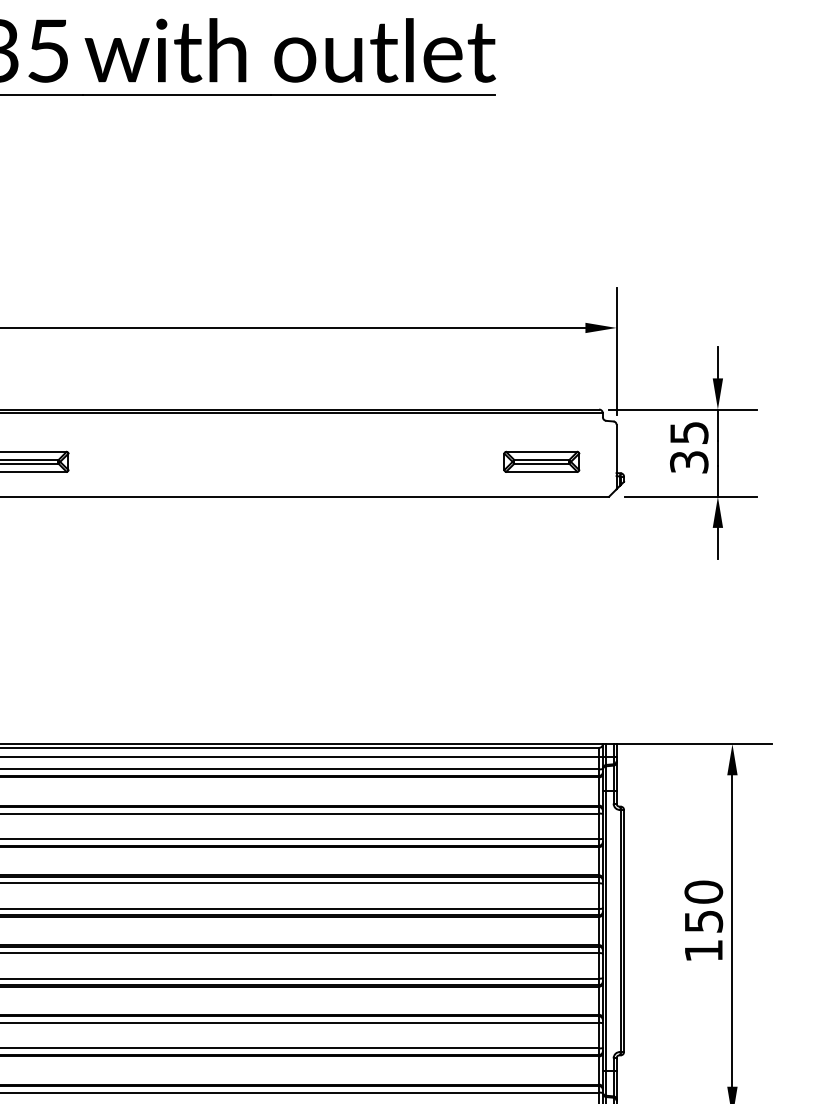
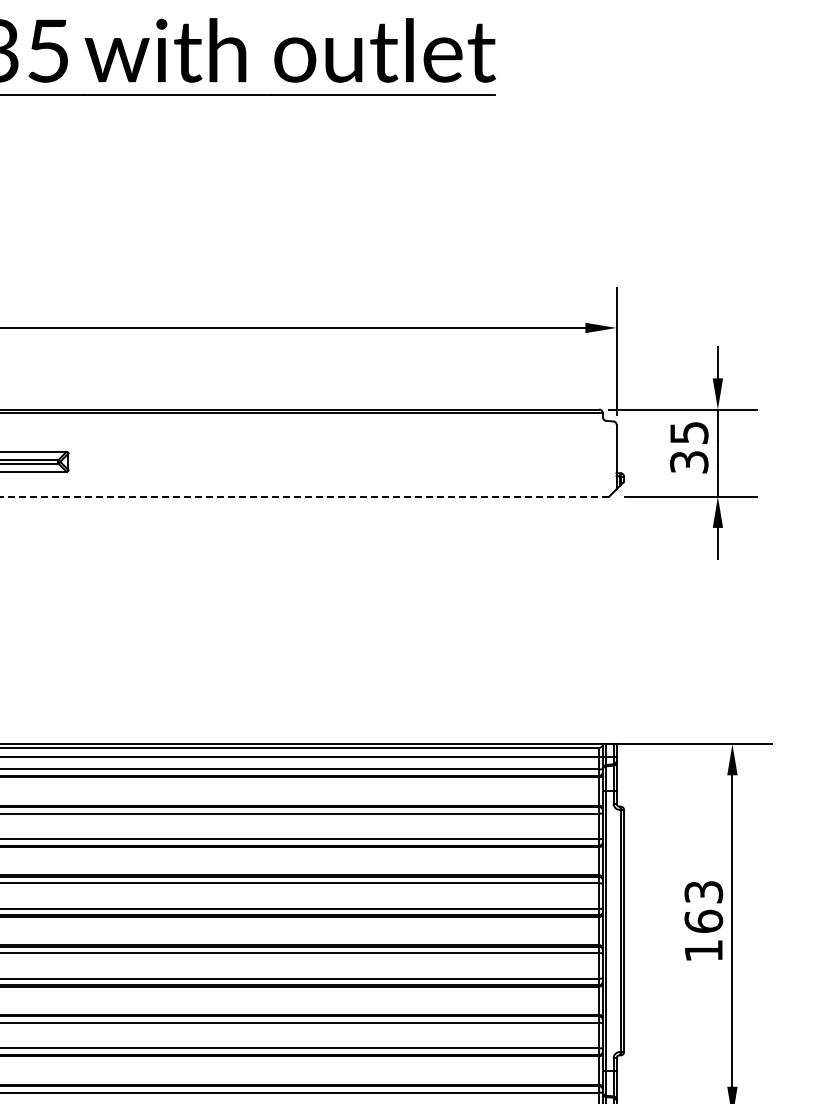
part at (541, 461): present -> none
line at (304, 496): solid -> dashed
text at (703, 906): 150 -> 163
